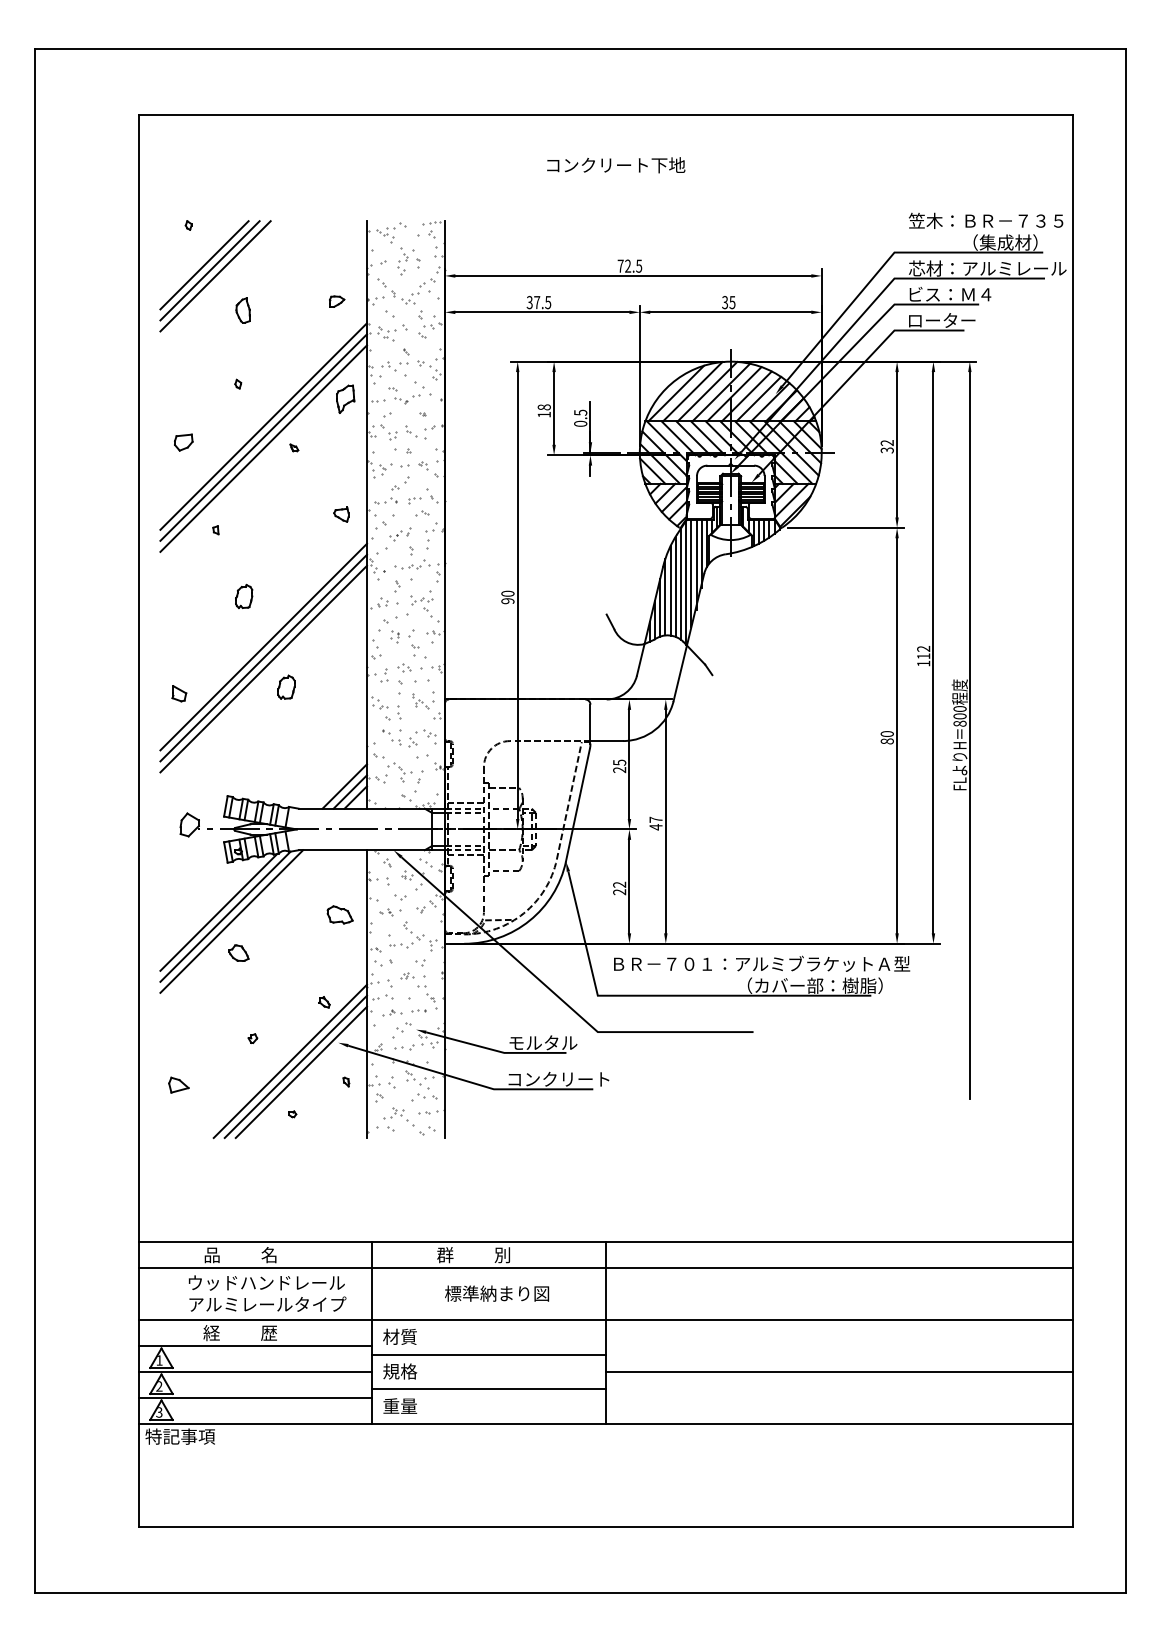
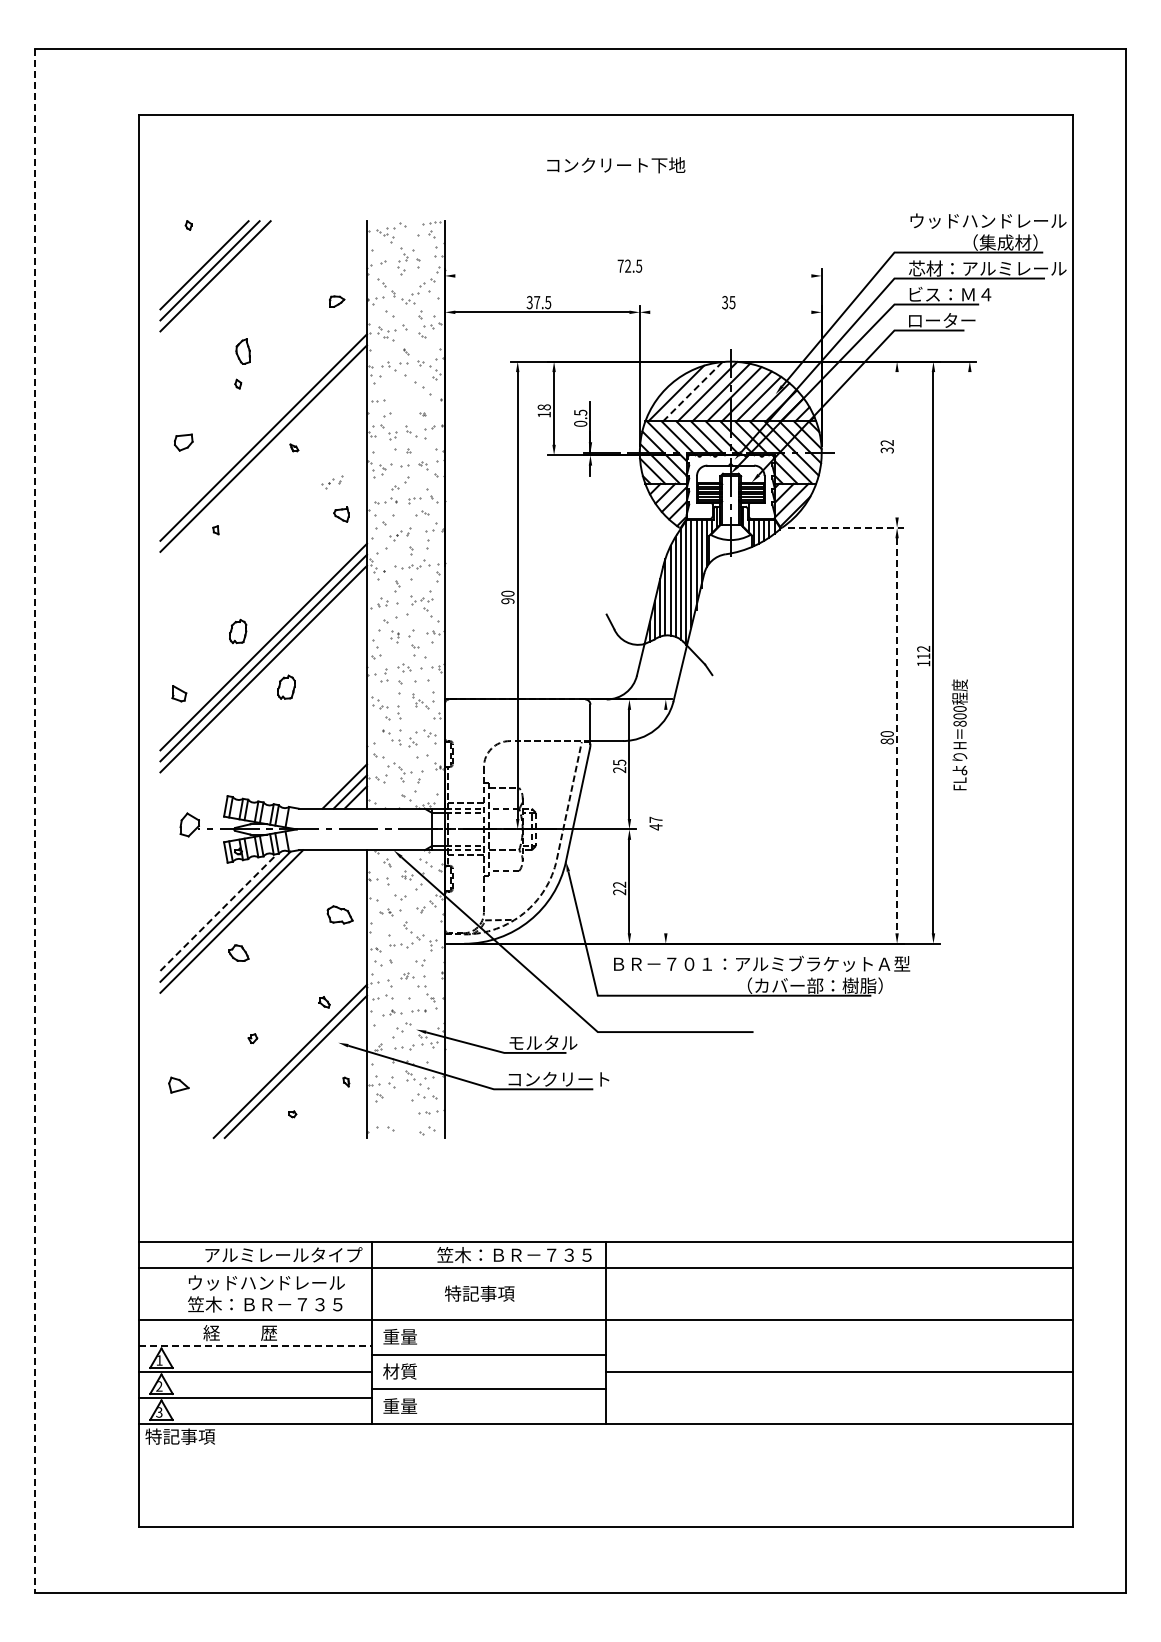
text at (987, 220): 笠木：ＢＲ－７３５ -> ウッドハンドレール
line at (633, 275): present -> none
part at (242, 310) position: (242, 310) -> (242, 351)
line at (730, 312): present -> none
line at (692, 391): solid -> dashed
part at (404, 395): present -> none
part at (345, 398): present -> none
line at (263, 426): present -> none
line at (897, 444): present -> none
part at (332, 482): none -> present
line at (845, 527): solid -> dashed
part at (244, 596) position: (244, 596) -> (238, 631)
line at (897, 735): solid -> dashed
line at (969, 735): present -> none
line at (34, 820): solid -> dashed
line at (665, 821): present -> none
line at (218, 912): solid -> dashed
line at (301, 1072): present -> none
part at (398, 1116): present -> none
text at (283, 1255): 品          名 -> アルミレールタイプ
text at (514, 1255): 群          別 -> 笠木：ＢＲ－７３５
text at (497, 1293): 標準納まり図 -> 特記事項
text at (267, 1304): アルミレールタイプ -> 笠木：ＢＲ－７３５
text at (399, 1336): 材質 -> 重量
line at (255, 1345): solid -> dashed
text at (400, 1371): 規格 -> 材質
